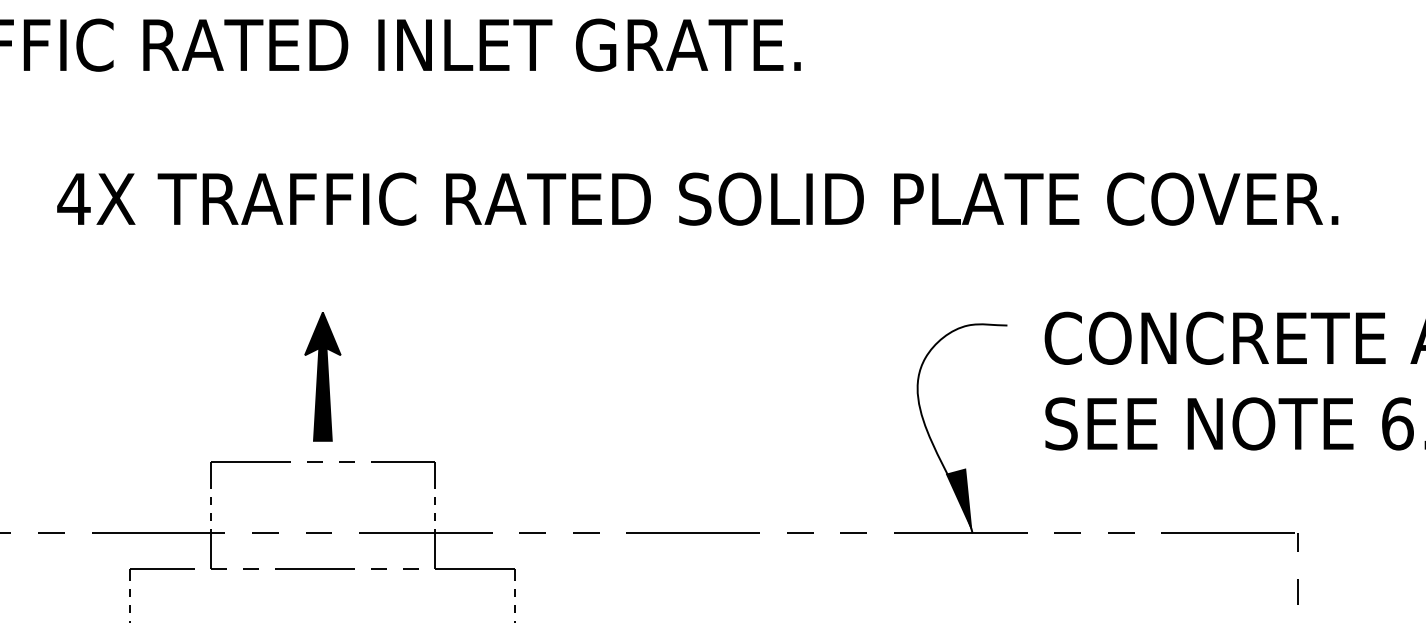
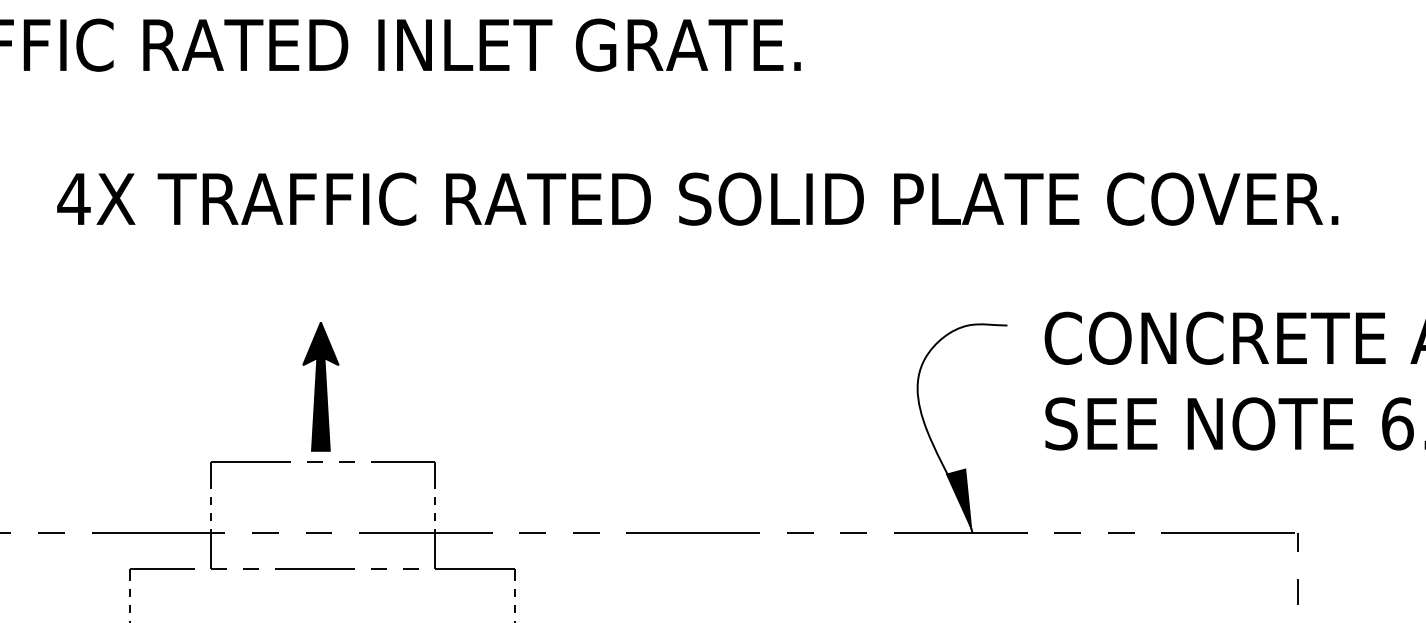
part at (322, 376) position: (322, 376) -> (320, 386)
